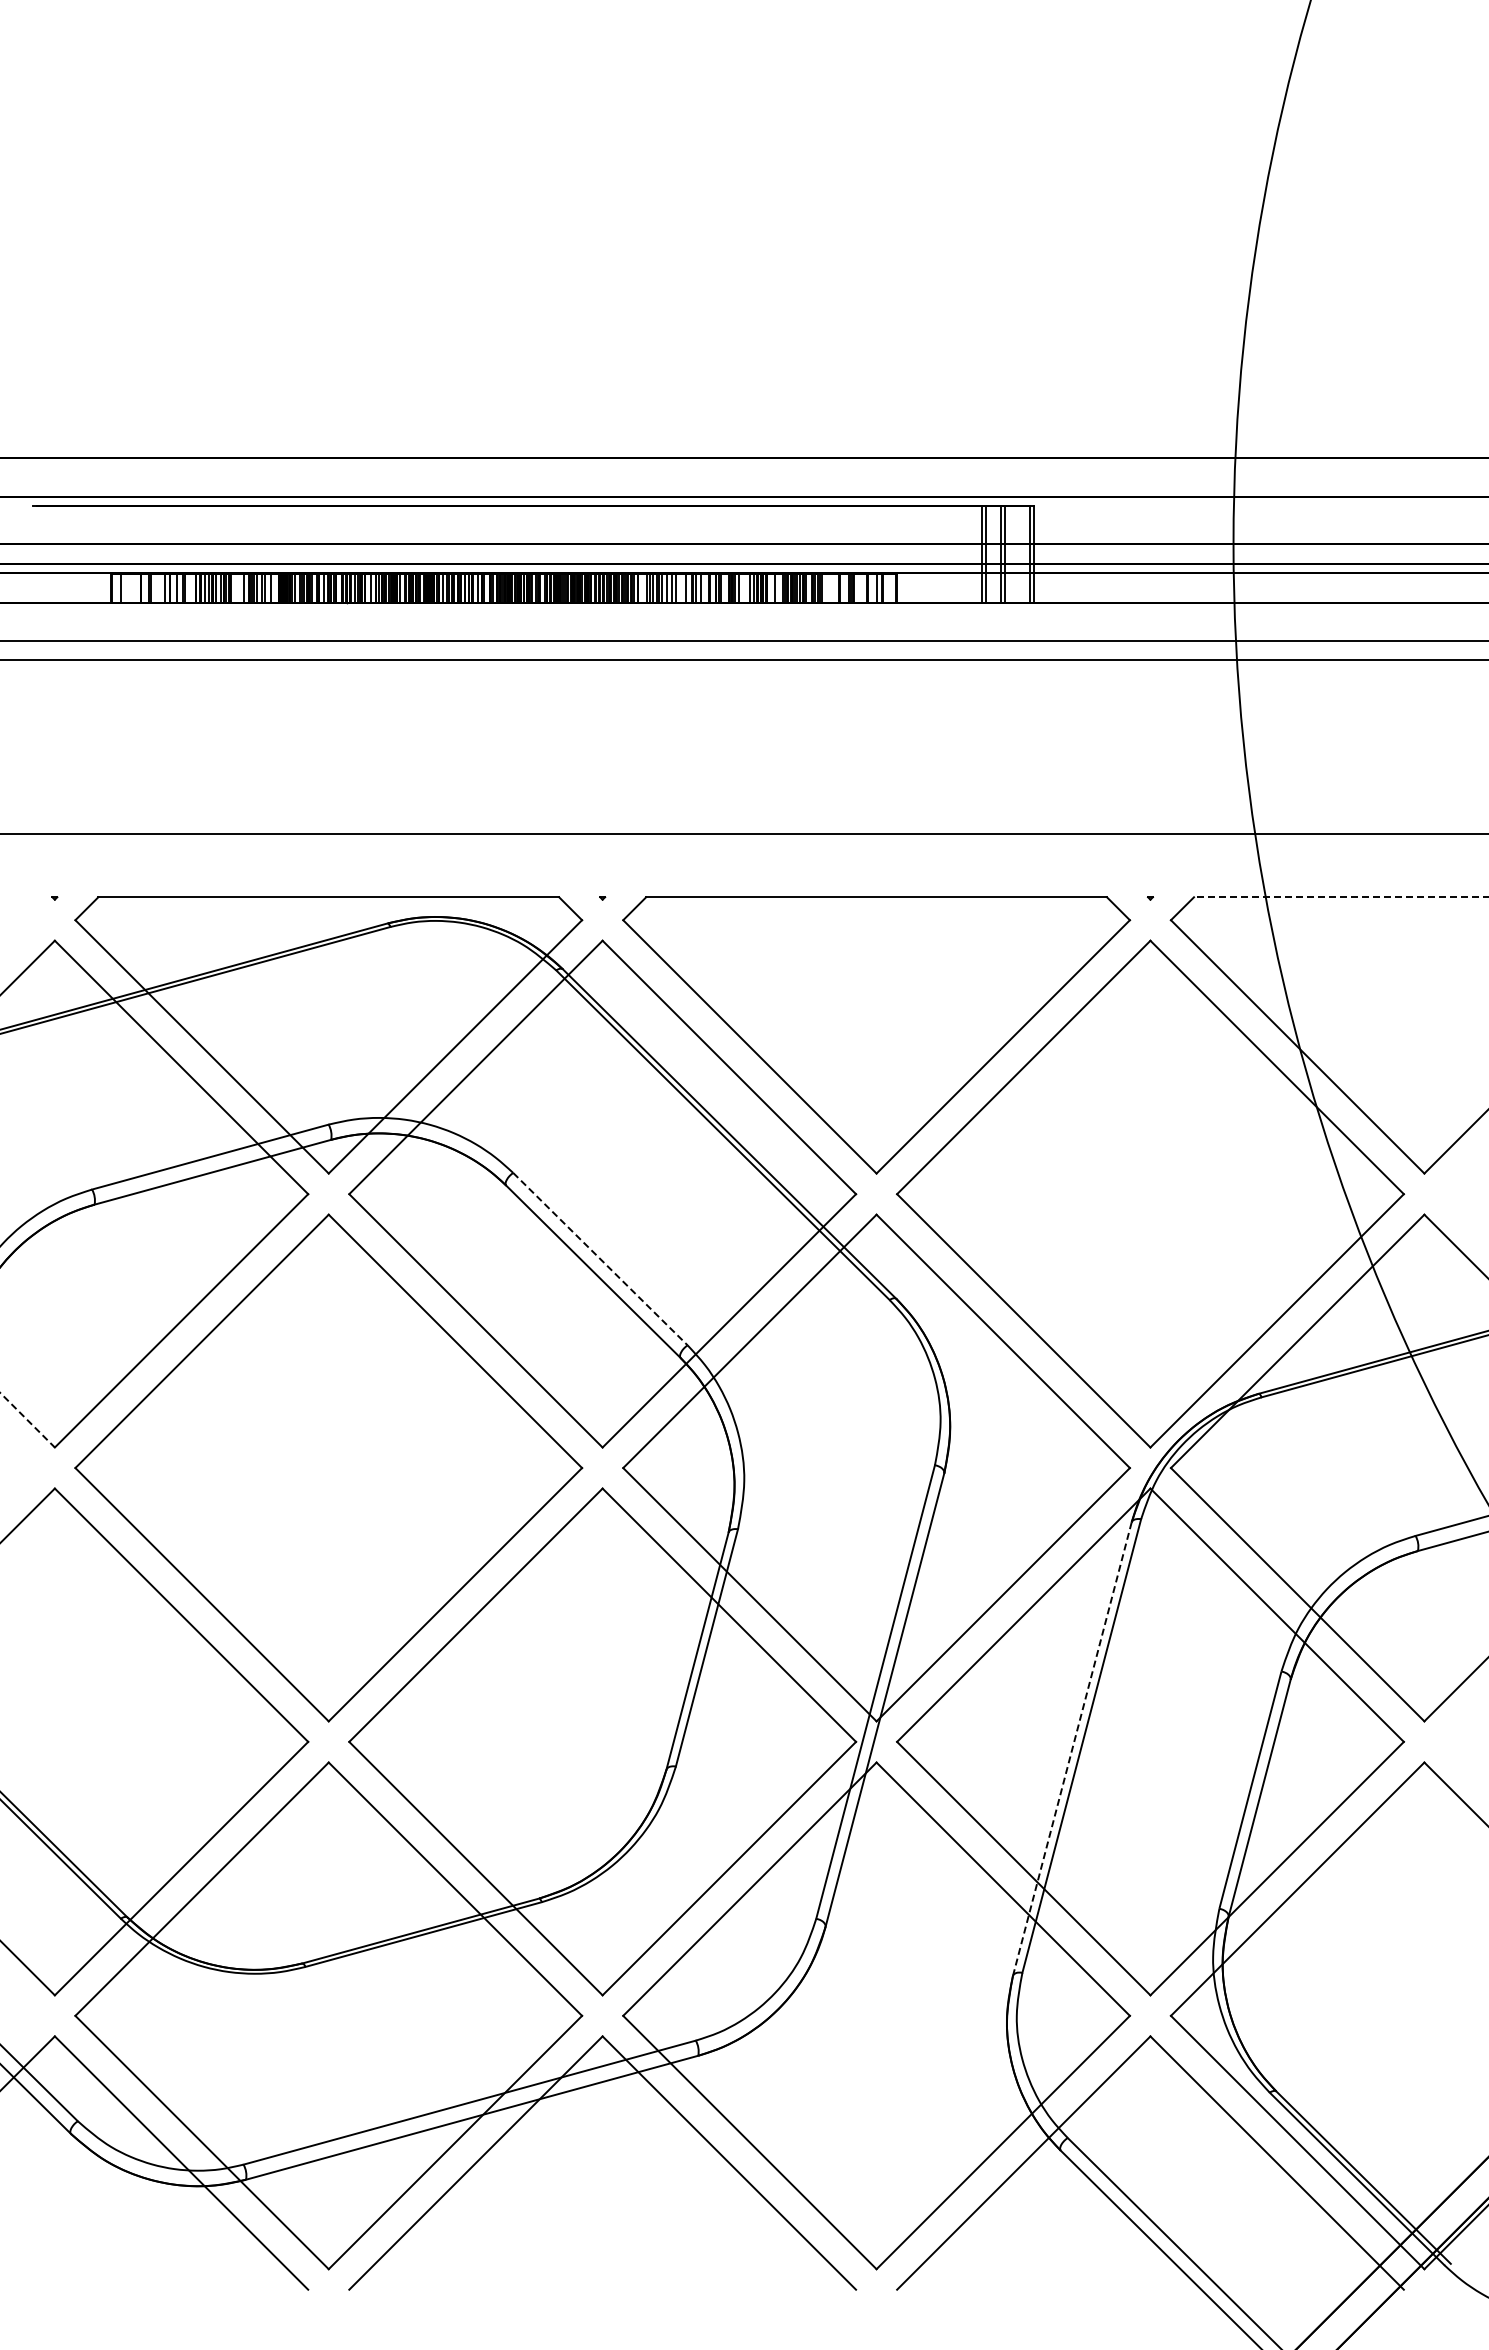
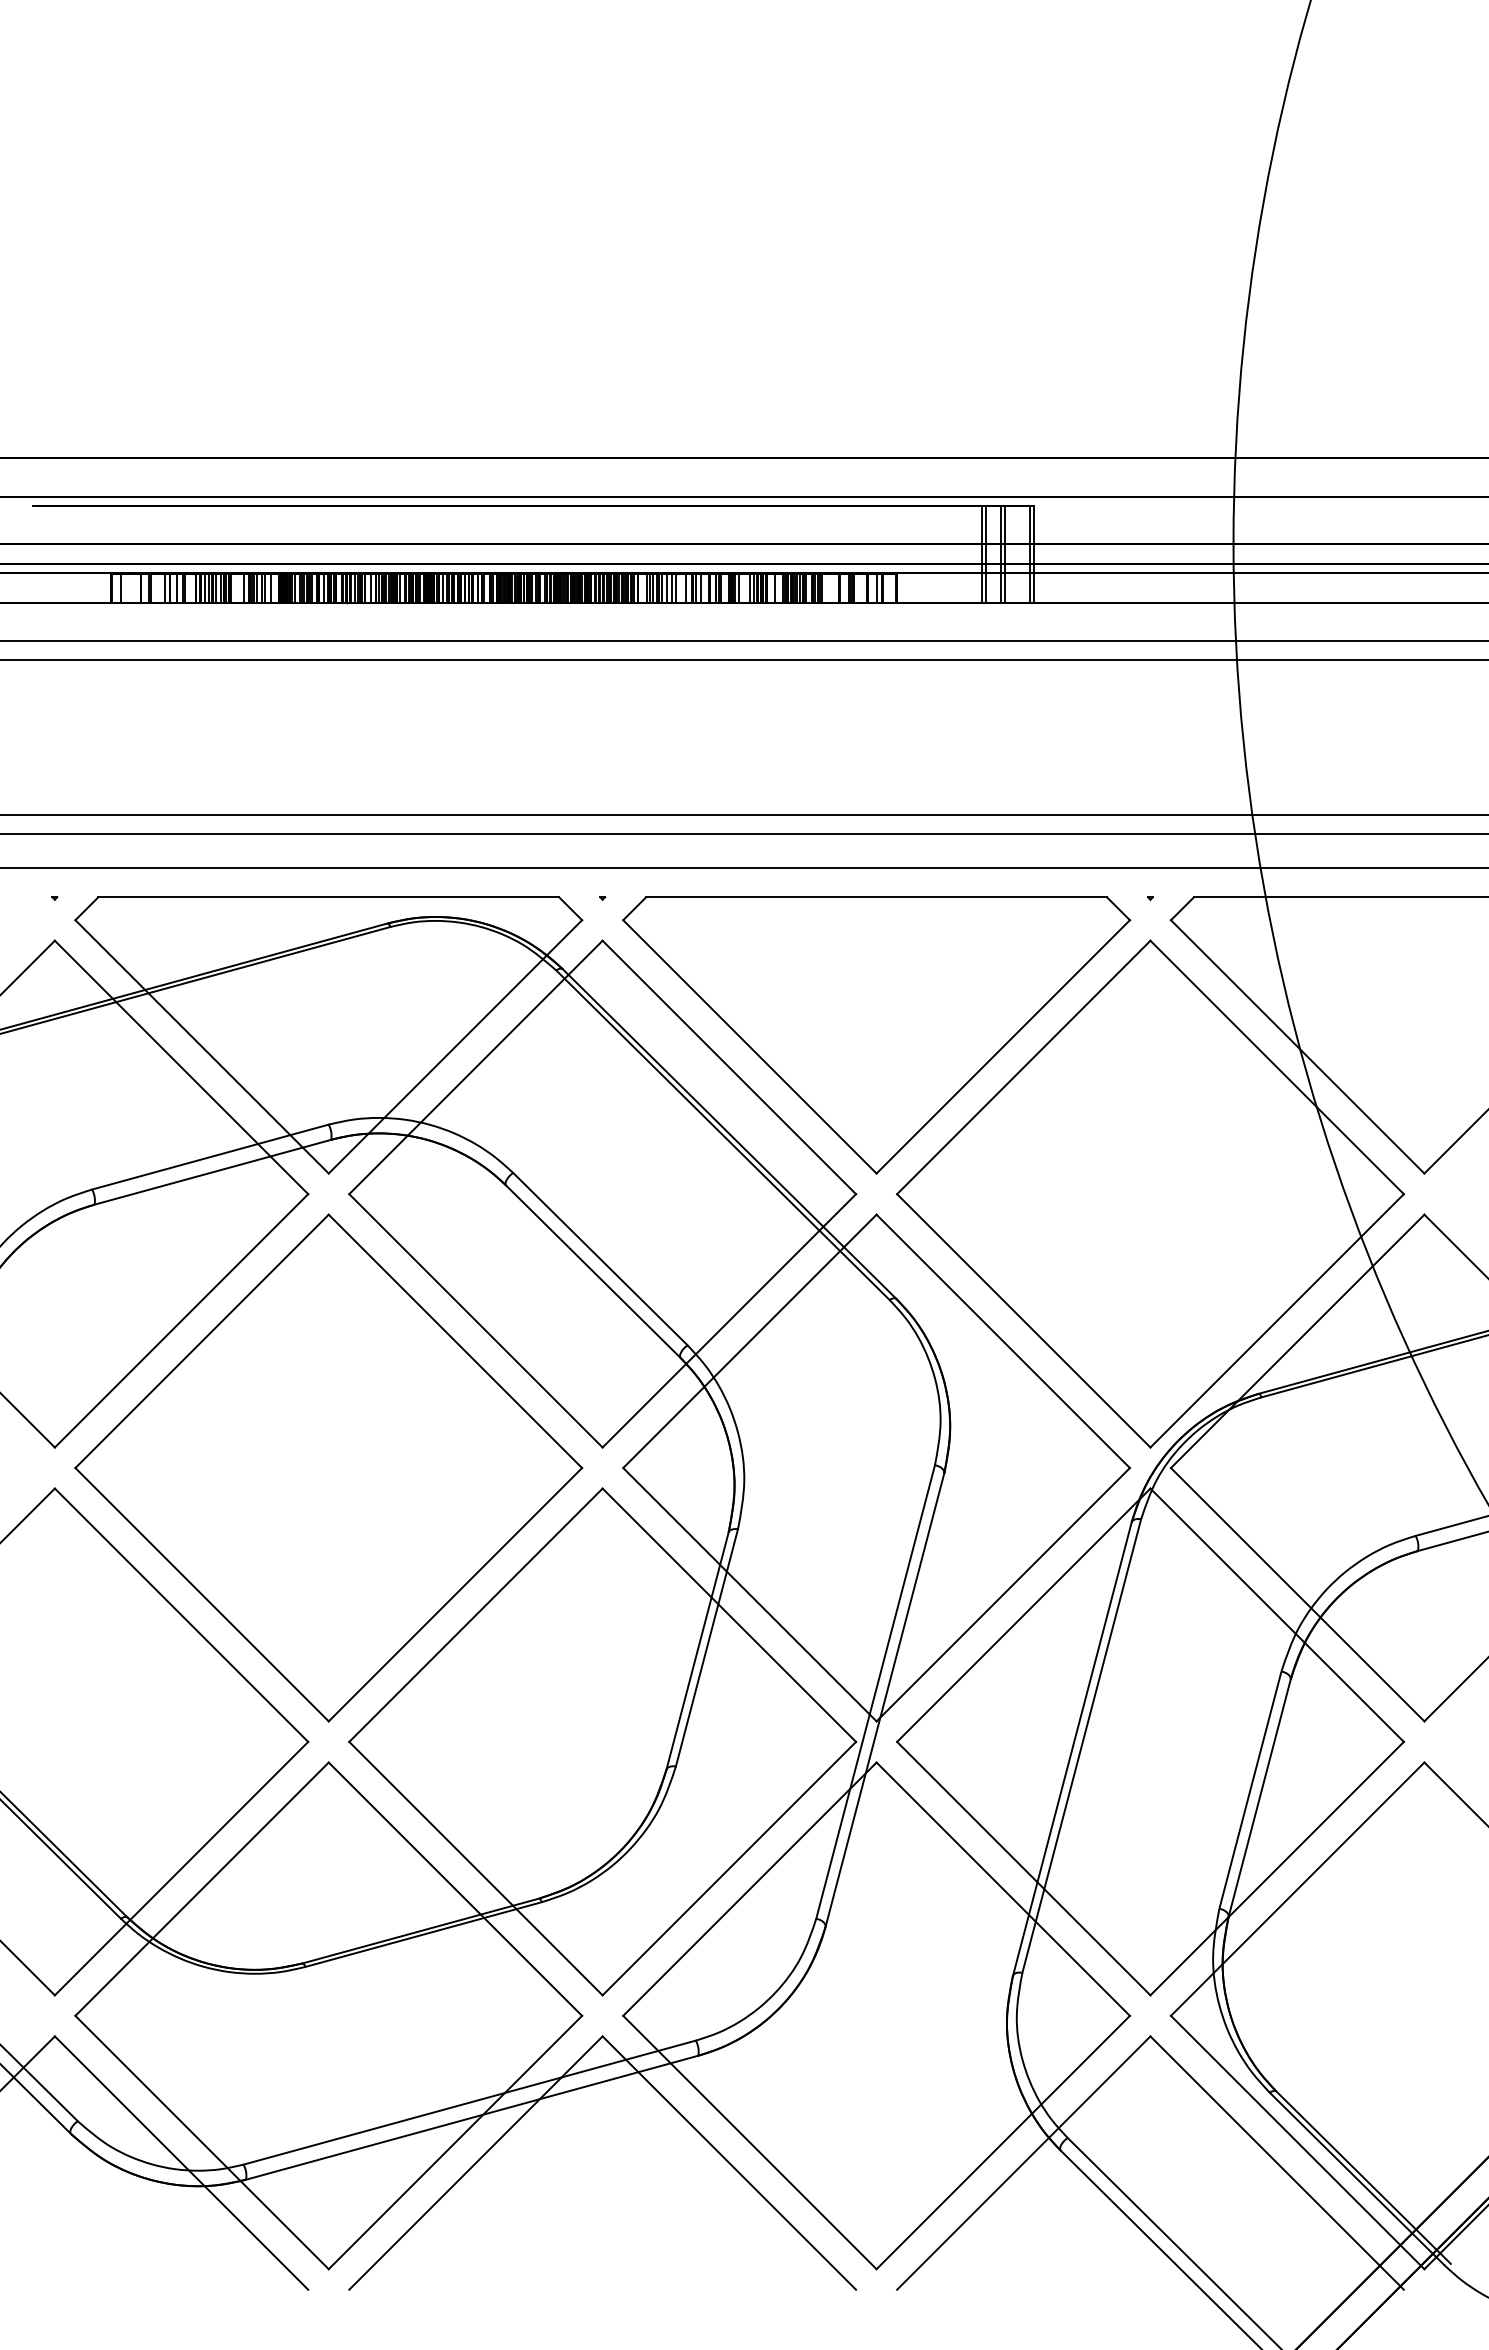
line at (743, 814): none -> present
line at (743, 868): none -> present
line at (1340, 897): dashed -> solid
line at (600, 1259): dashed -> solid
line at (28, 1420): dashed -> solid
line at (1072, 1748): dashed -> solid
